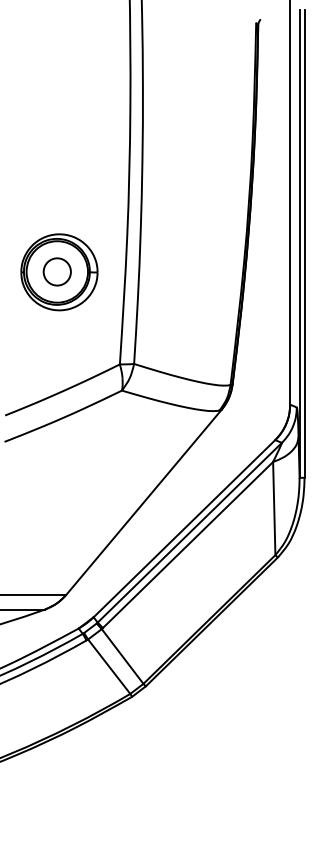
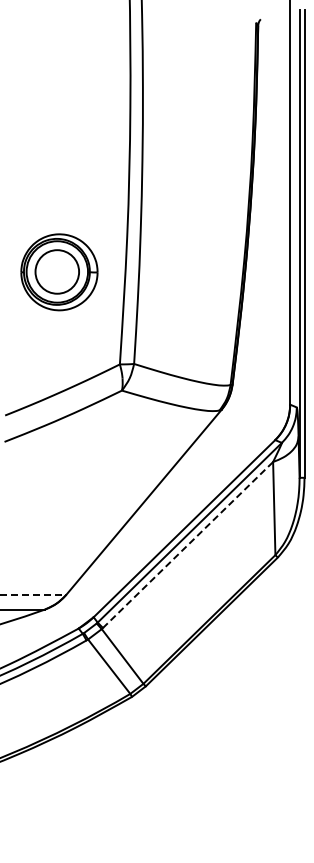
circle at (56, 271) diameter: 27 px -> 44 px
line at (188, 545): solid -> dashed
line at (33, 594): solid -> dashed
